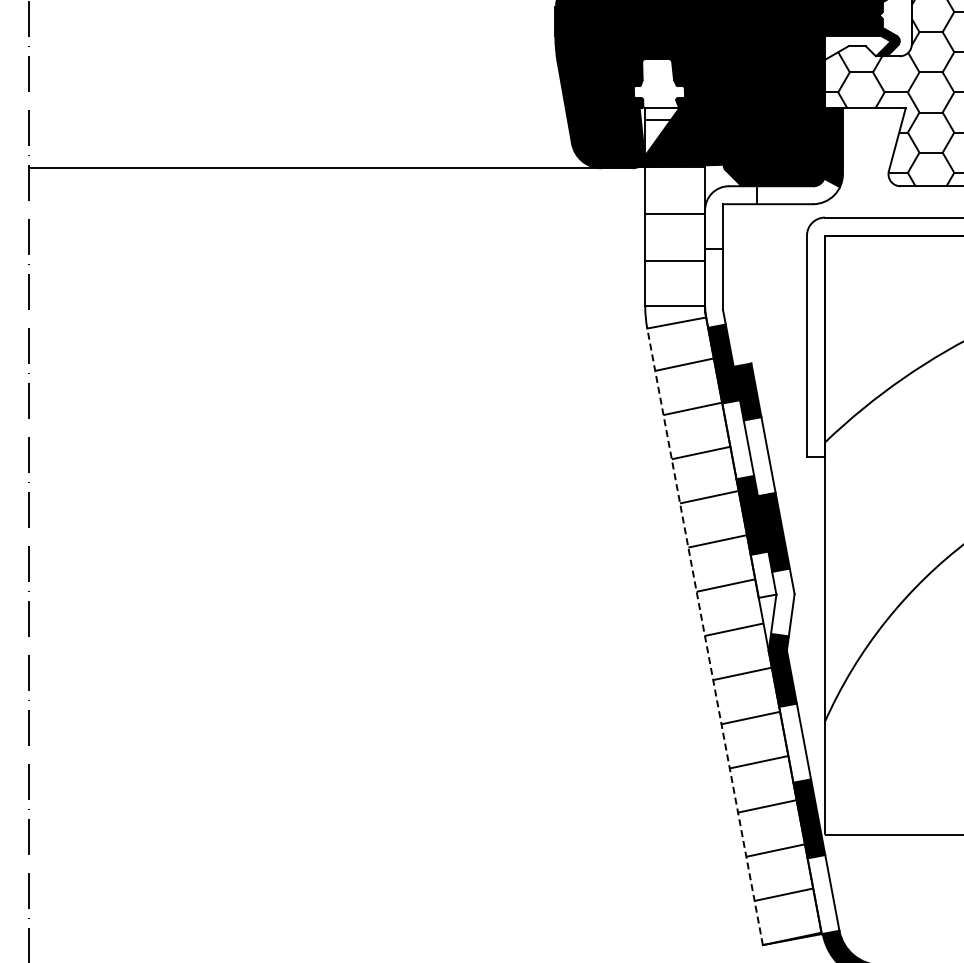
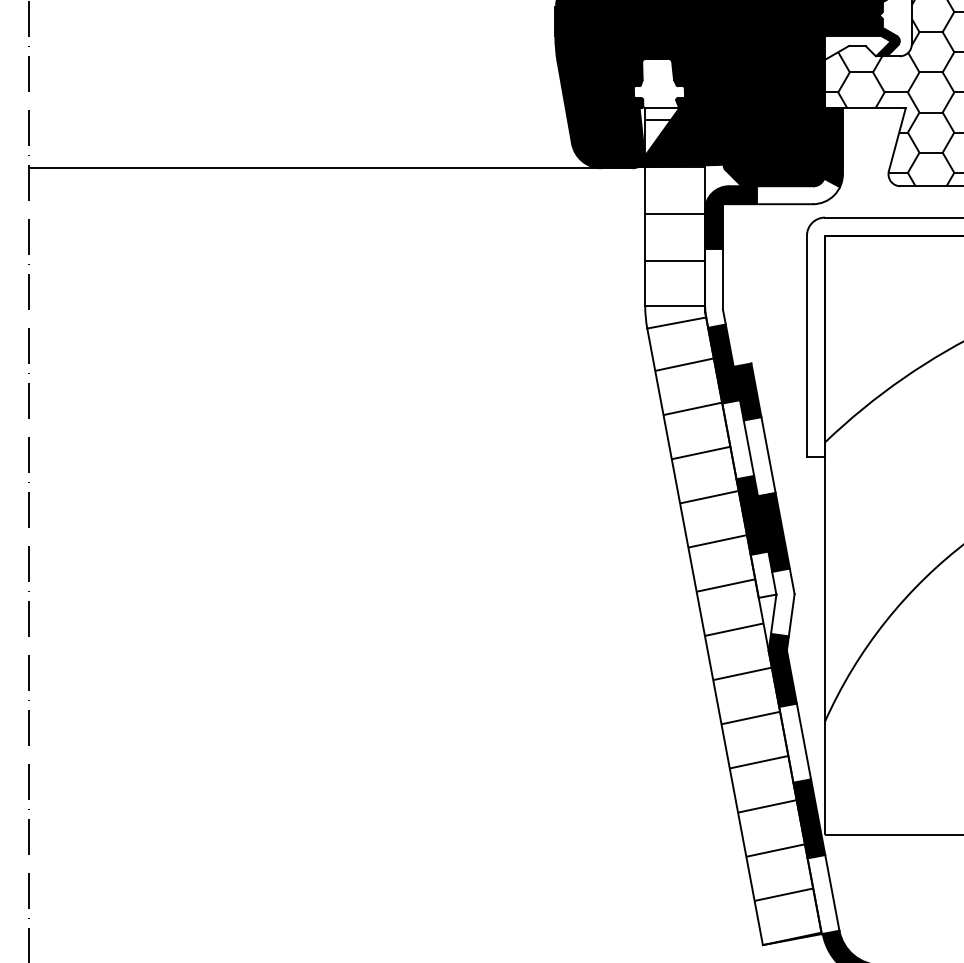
fill at (730, 217): none -> present
line at (705, 636): dashed -> solid
